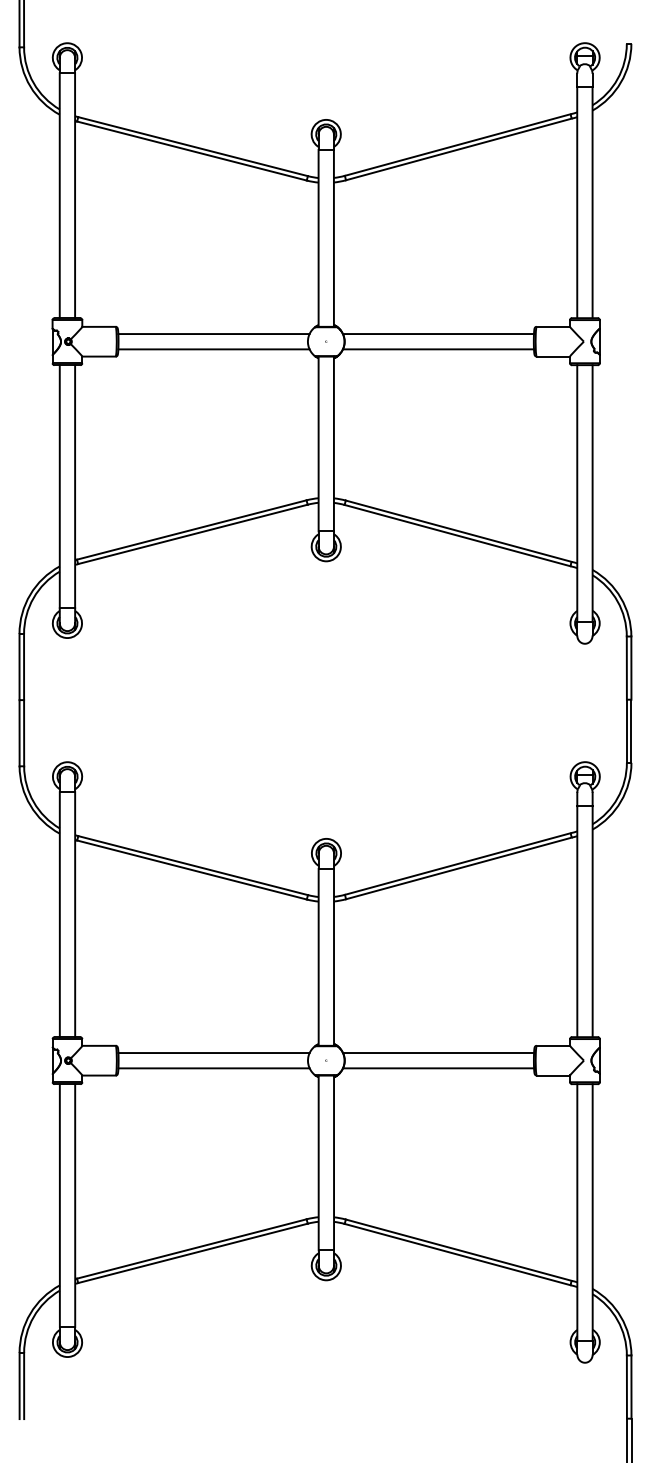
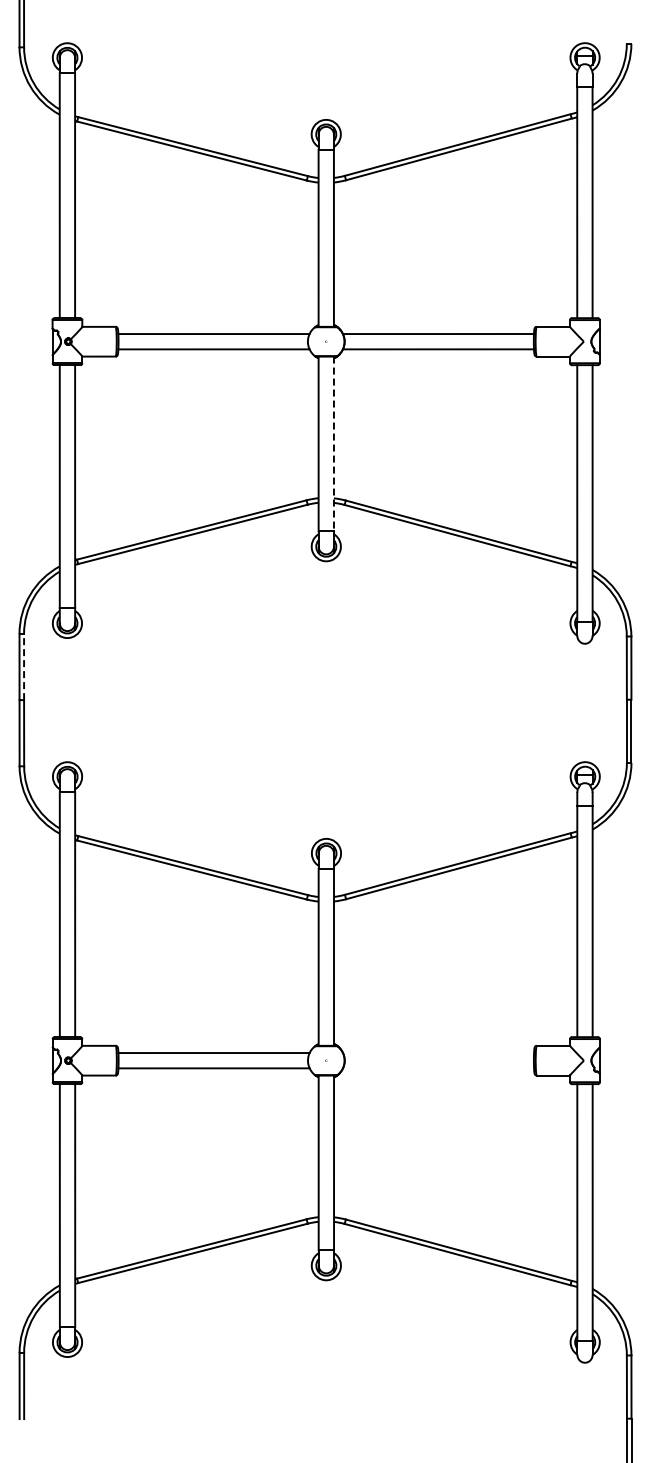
line at (333, 444): solid -> dashed
line at (24, 666): solid -> dashed
line at (438, 1052): present -> none
line at (438, 1068): present -> none
